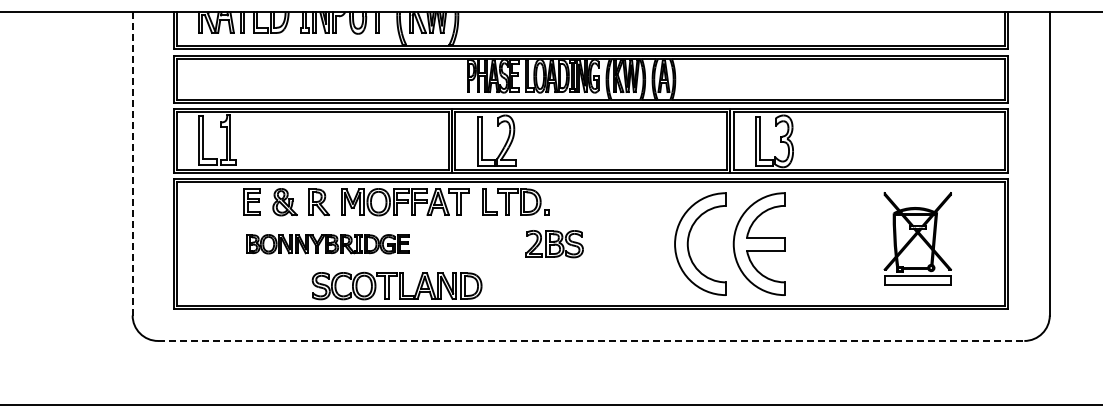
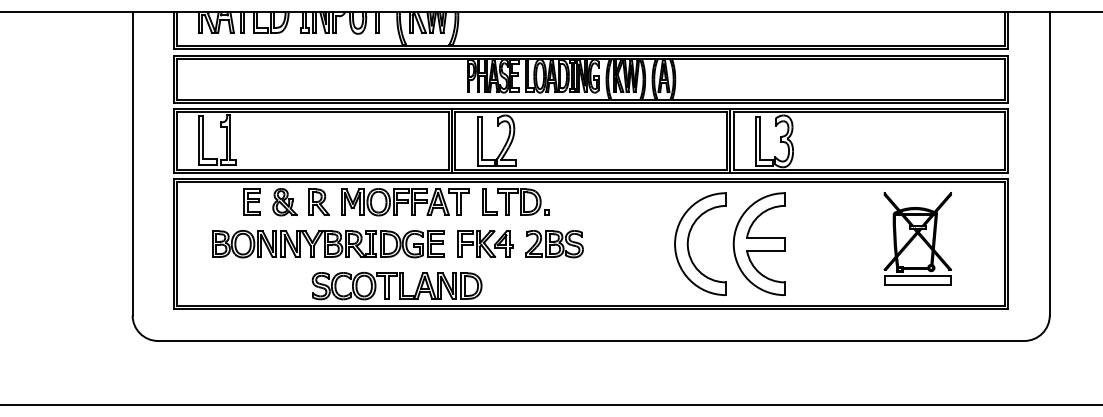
line at (132, 163): dashed -> solid
part at (485, 243): none -> present
part at (327, 244) size: 164x21 px -> 233x29 px
line at (591, 340): dashed -> solid
